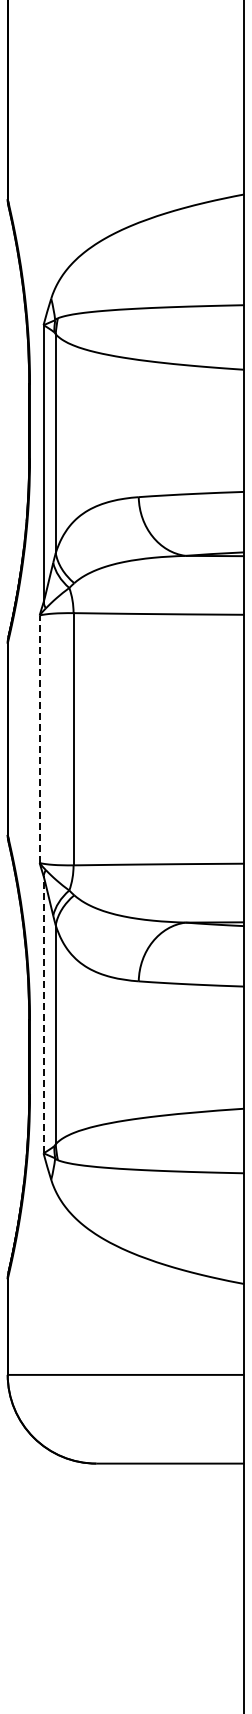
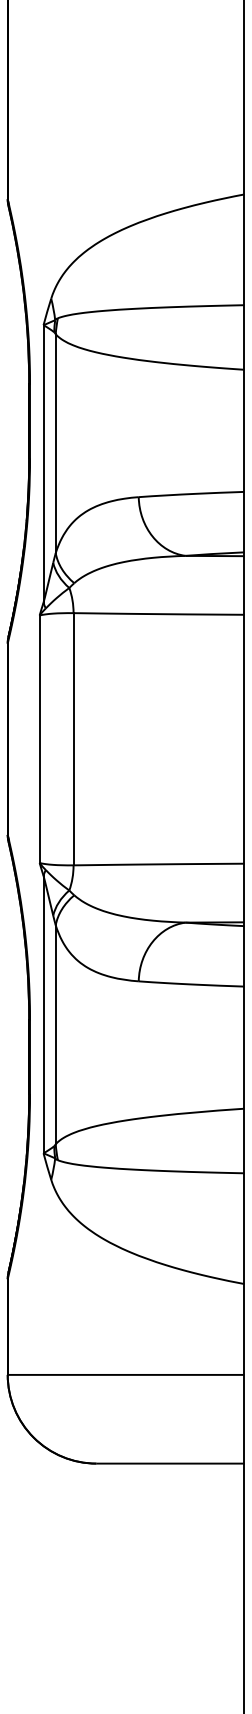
line at (39, 739): dashed -> solid
line at (43, 1014): dashed -> solid
